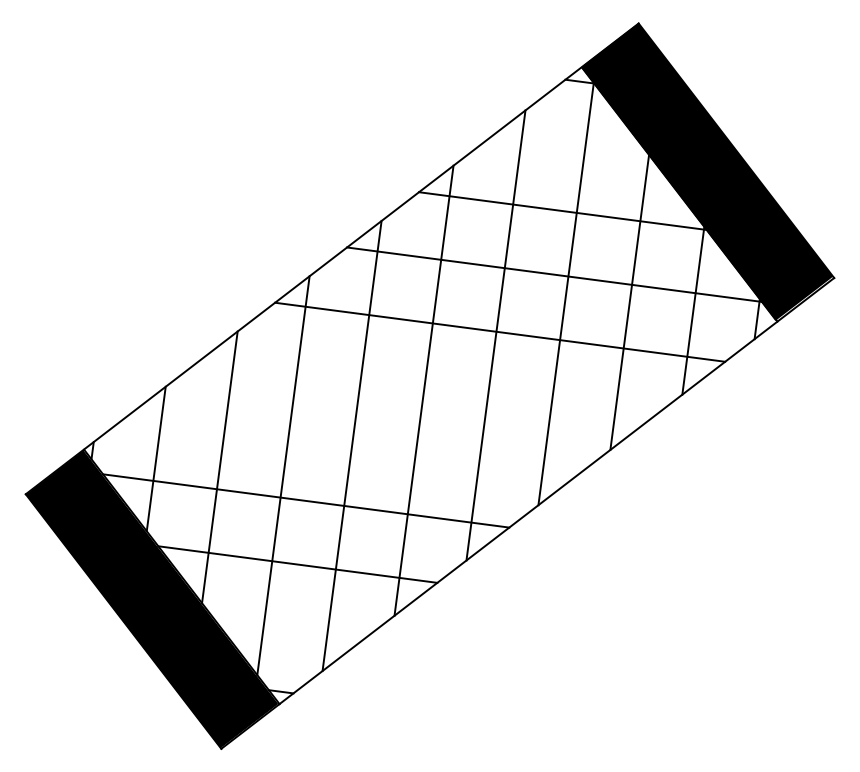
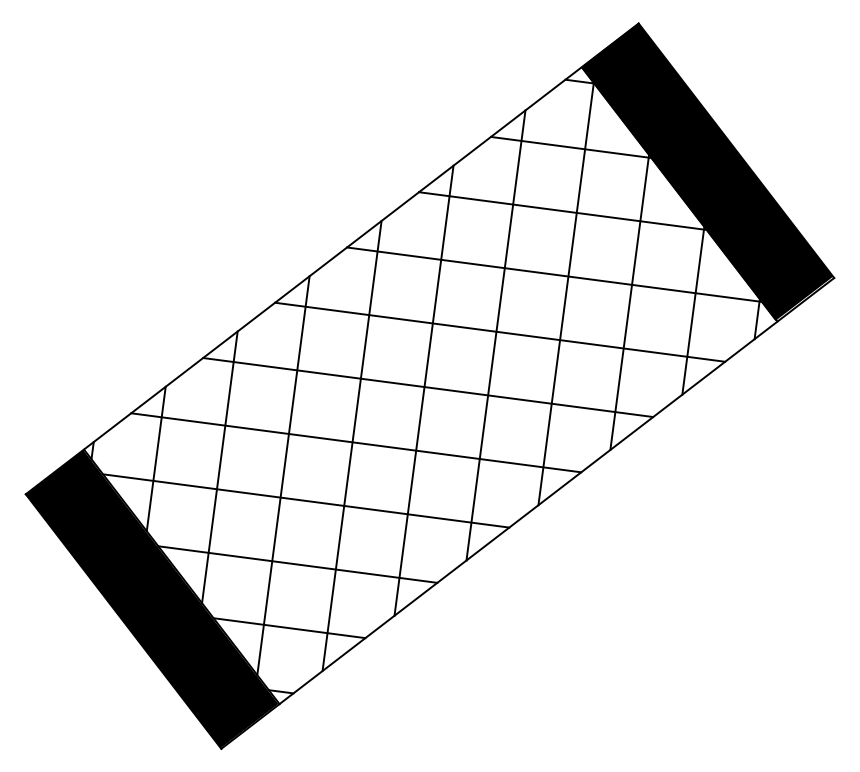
line at (570, 147): none -> present
line at (428, 387): none -> present
line at (356, 442): none -> present
line at (289, 628): none -> present
